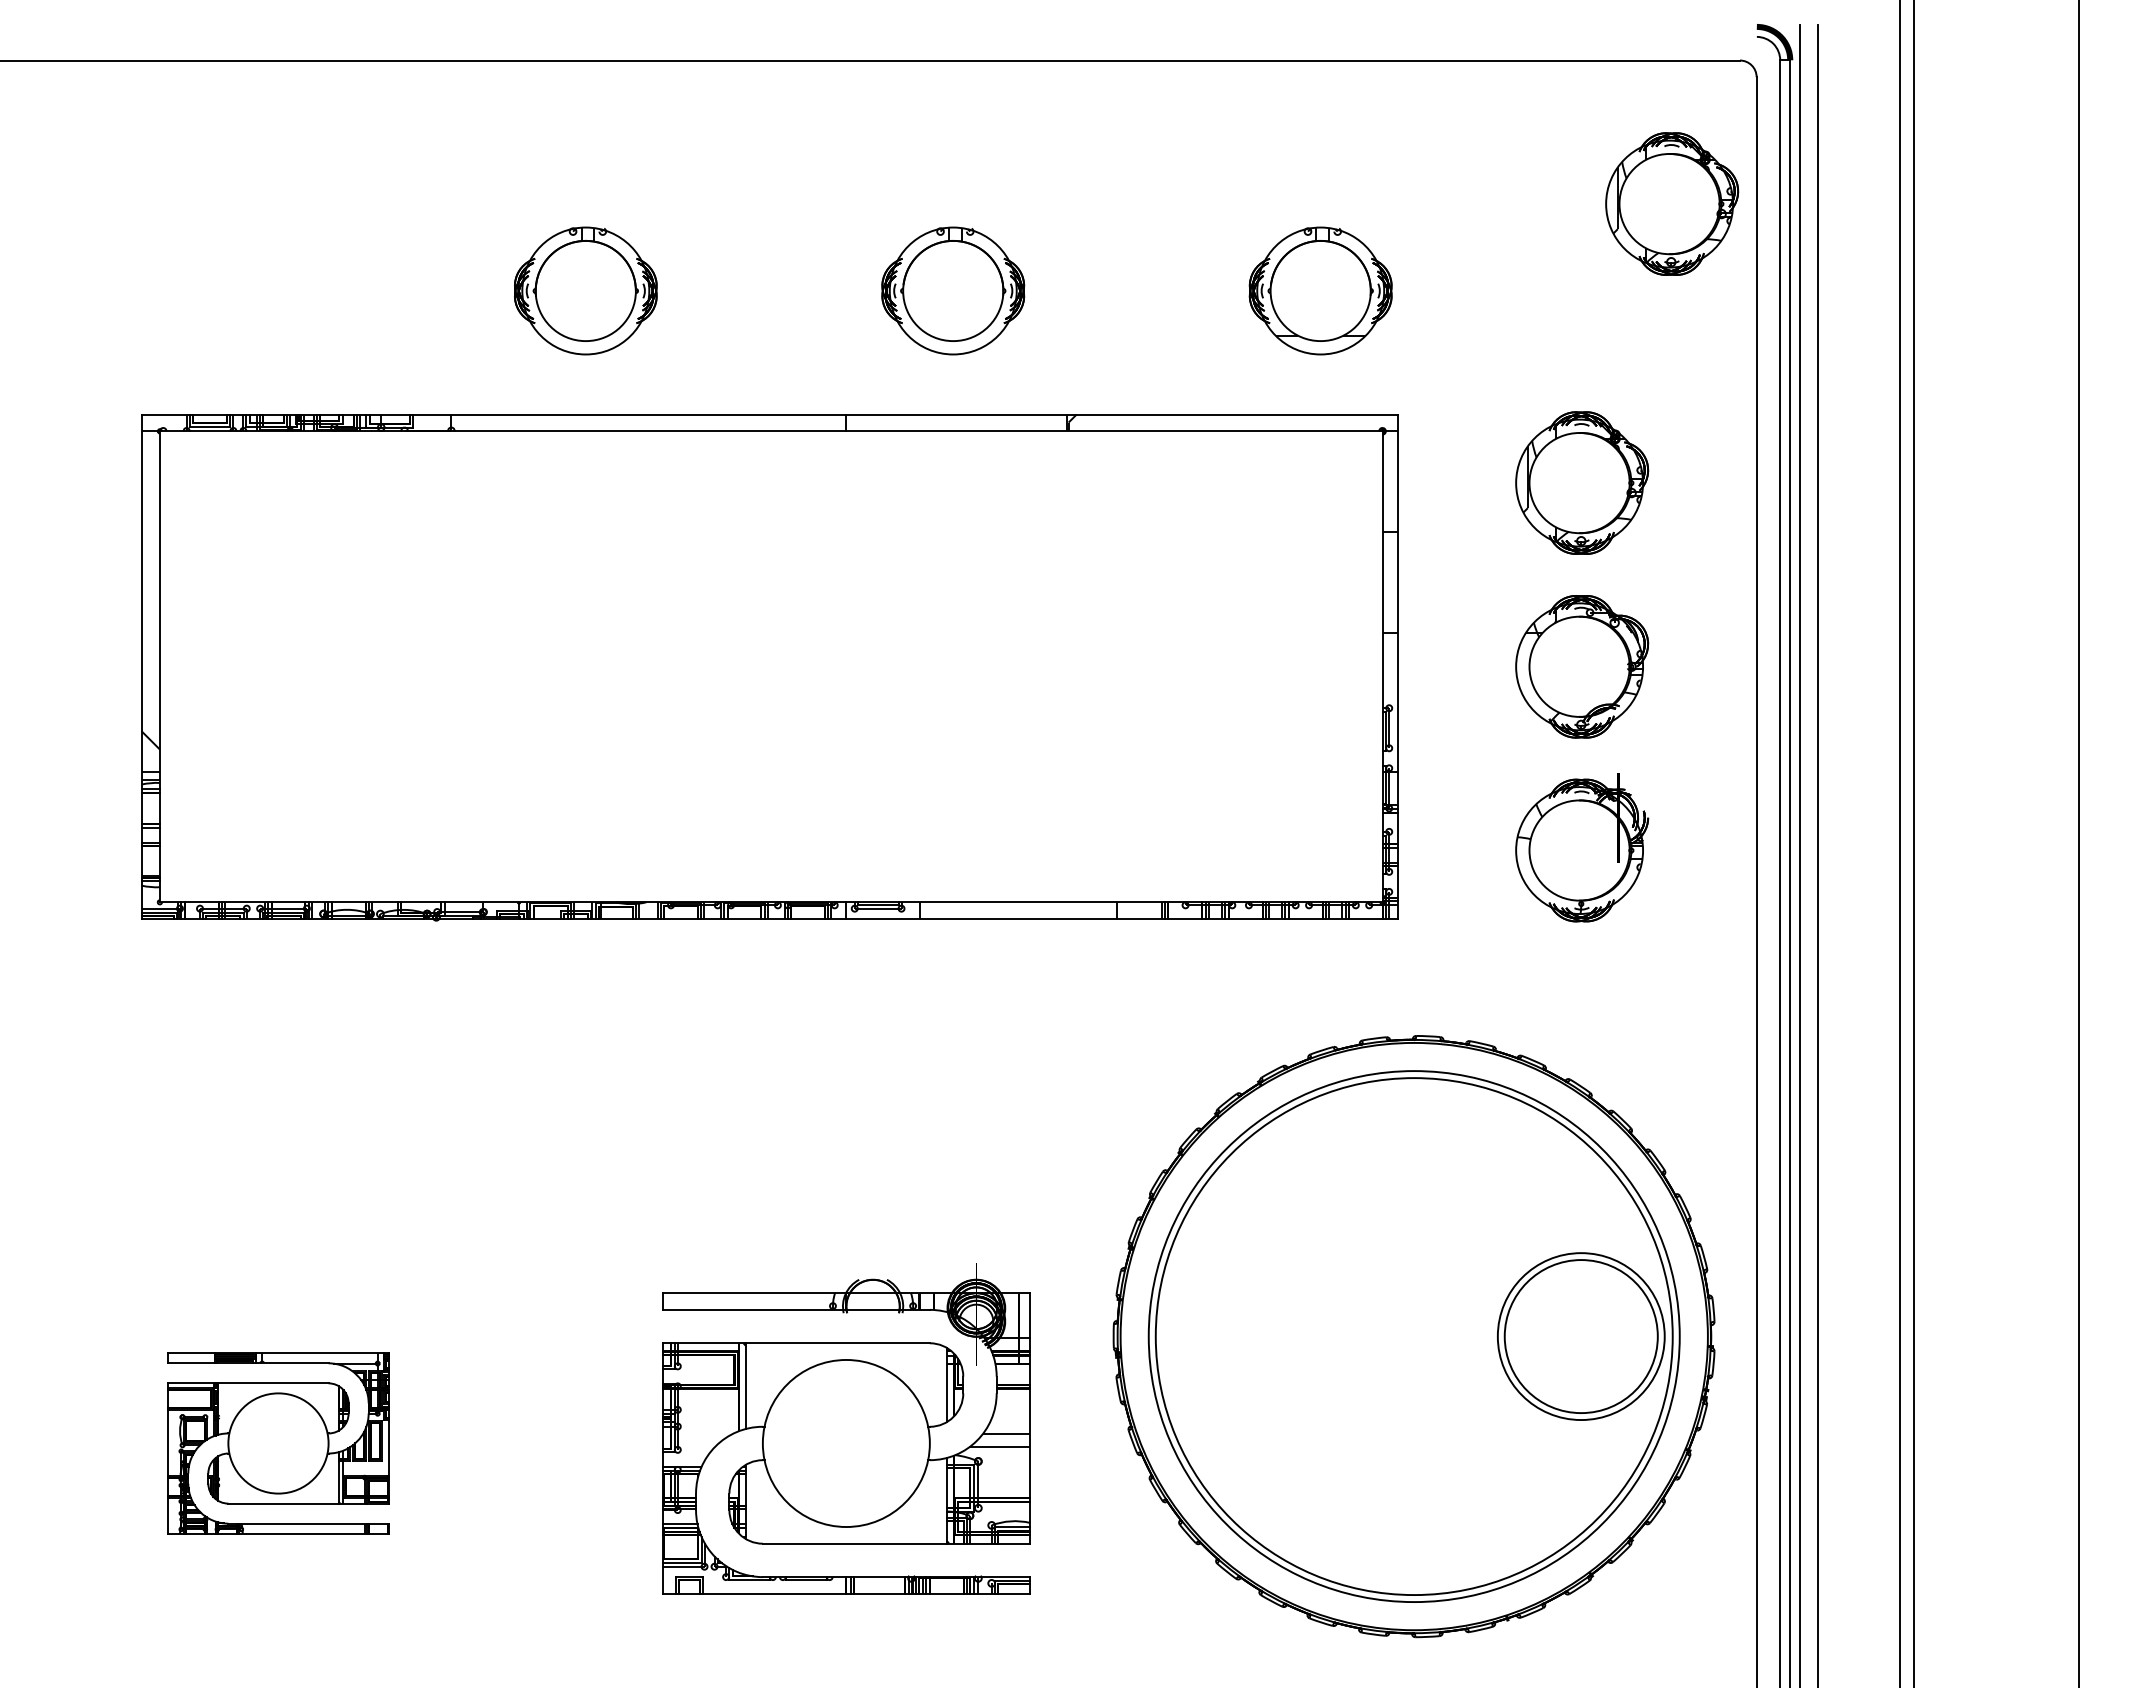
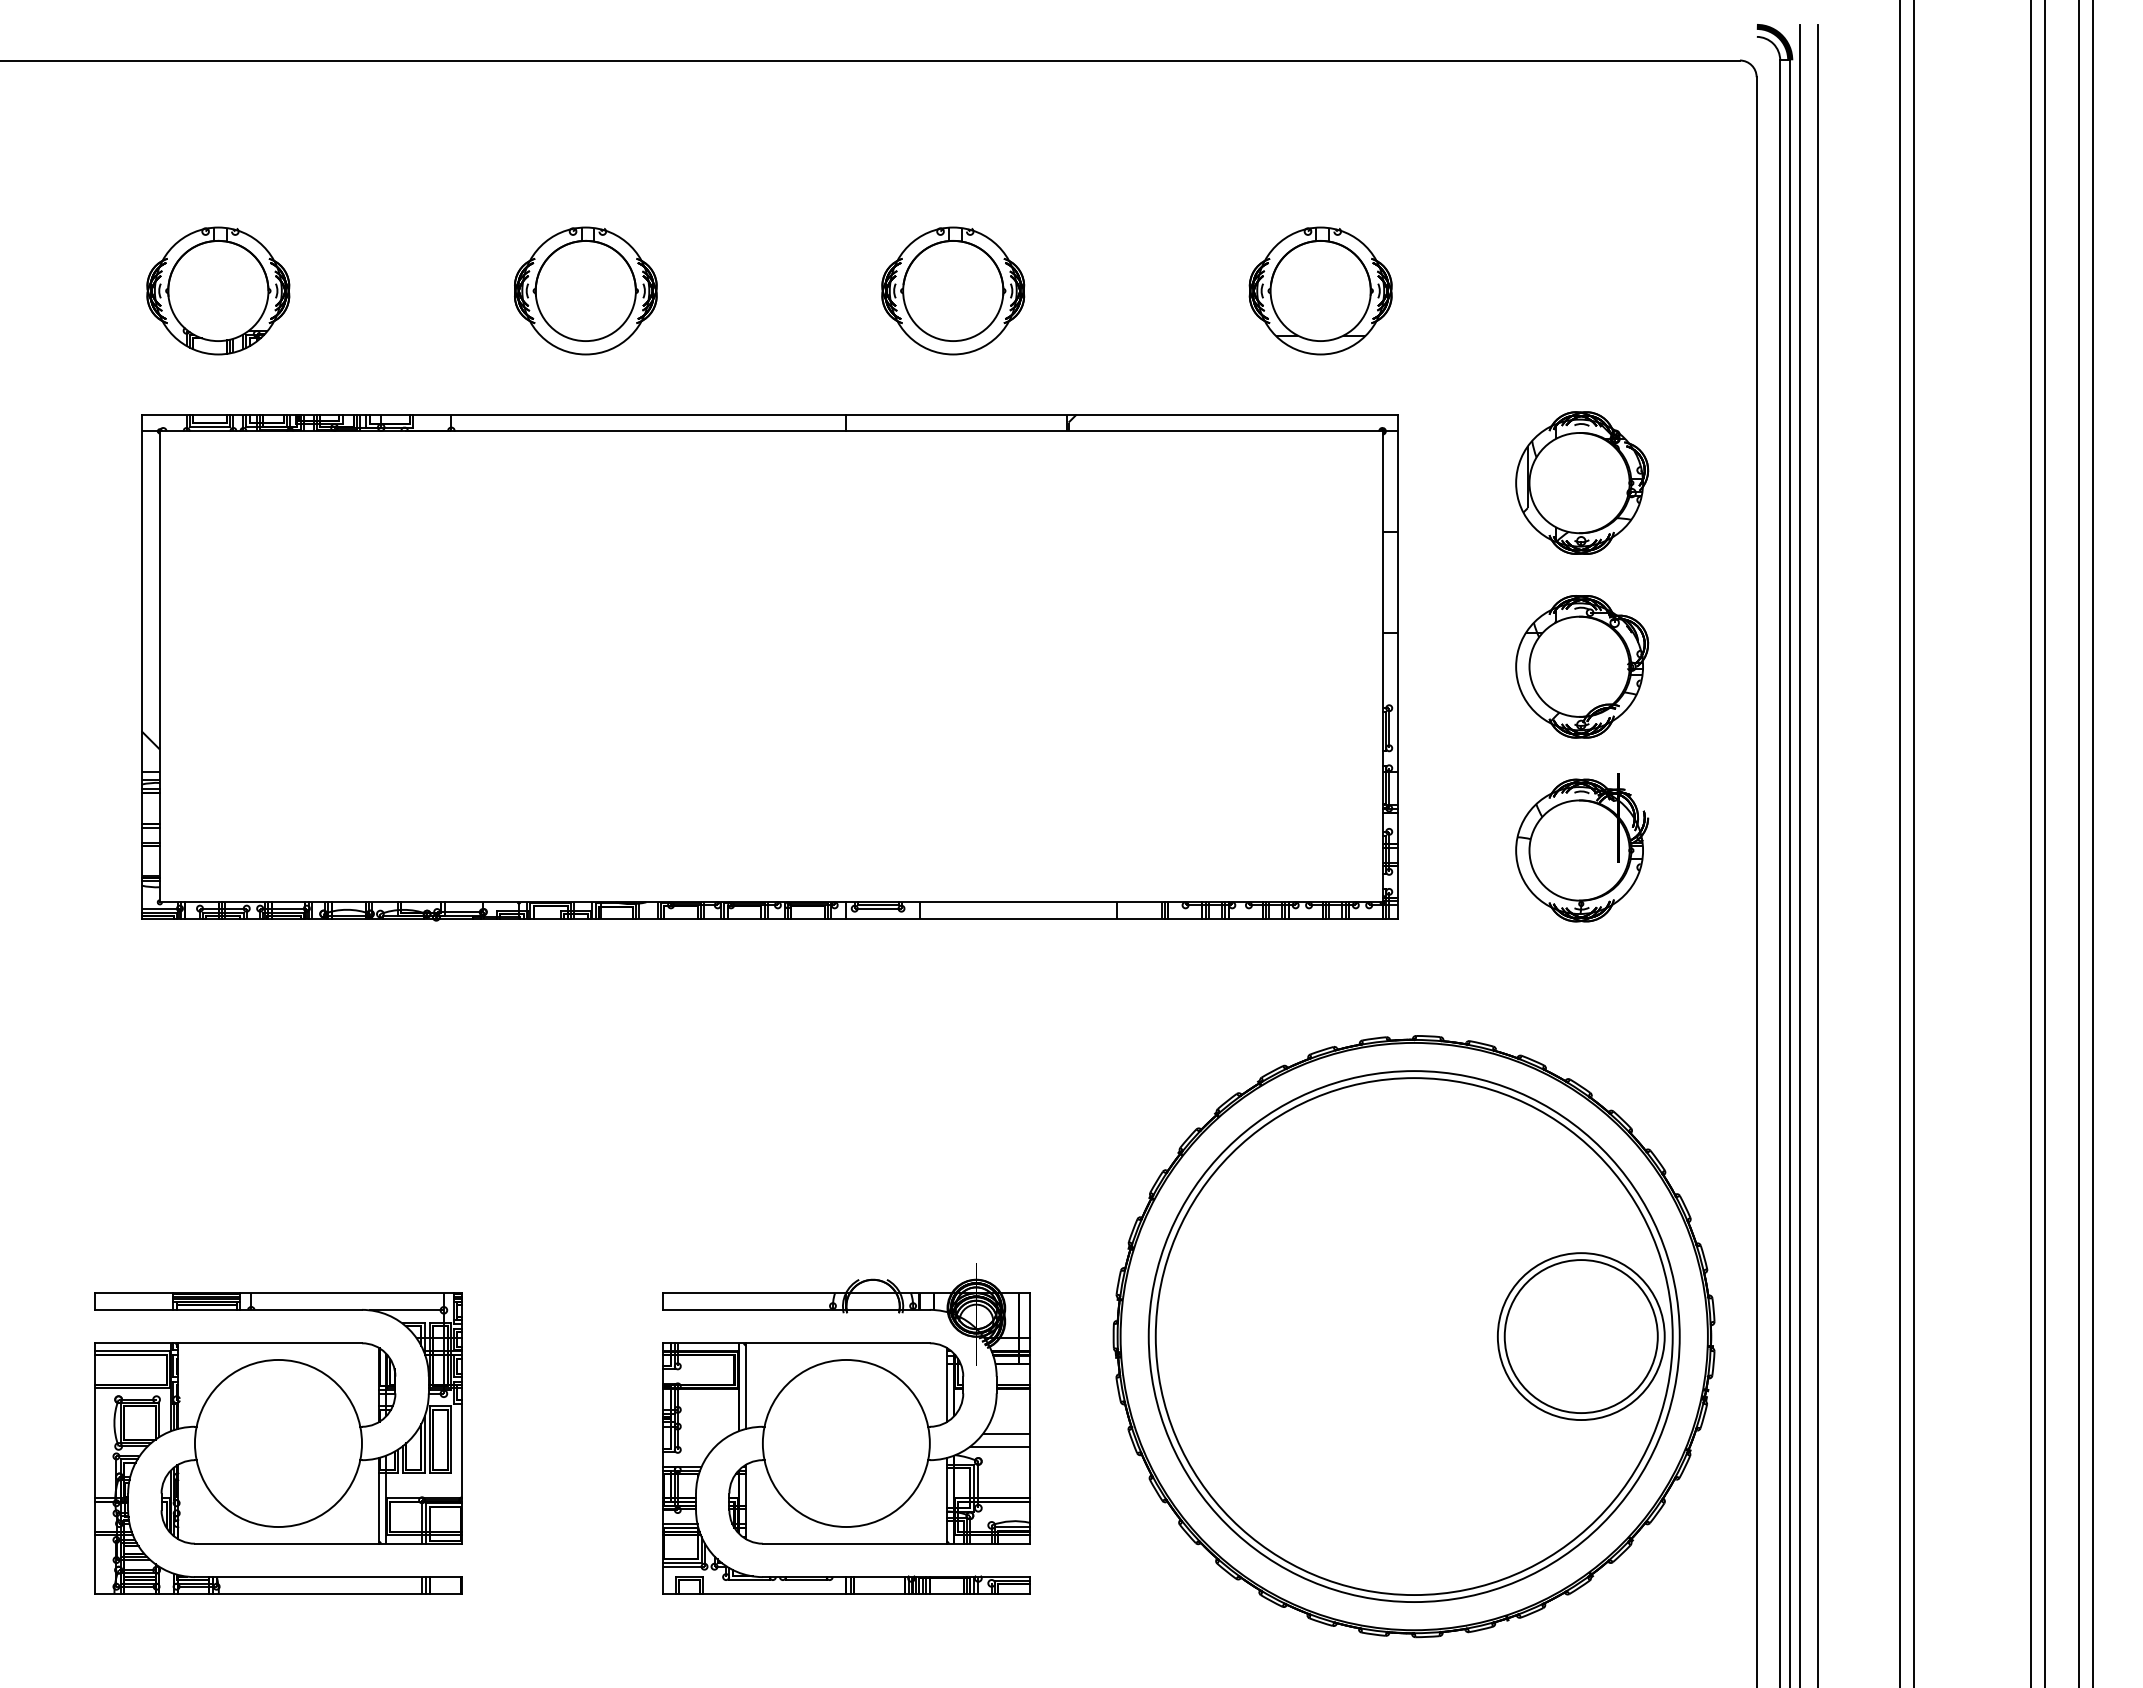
part at (1672, 203): present -> none
part at (218, 290): none -> present
line at (2030, 843): none -> present
line at (2045, 843): none -> present
line at (2092, 843): none -> present
part at (278, 1443) size: 223x183 px -> 369x303 px
